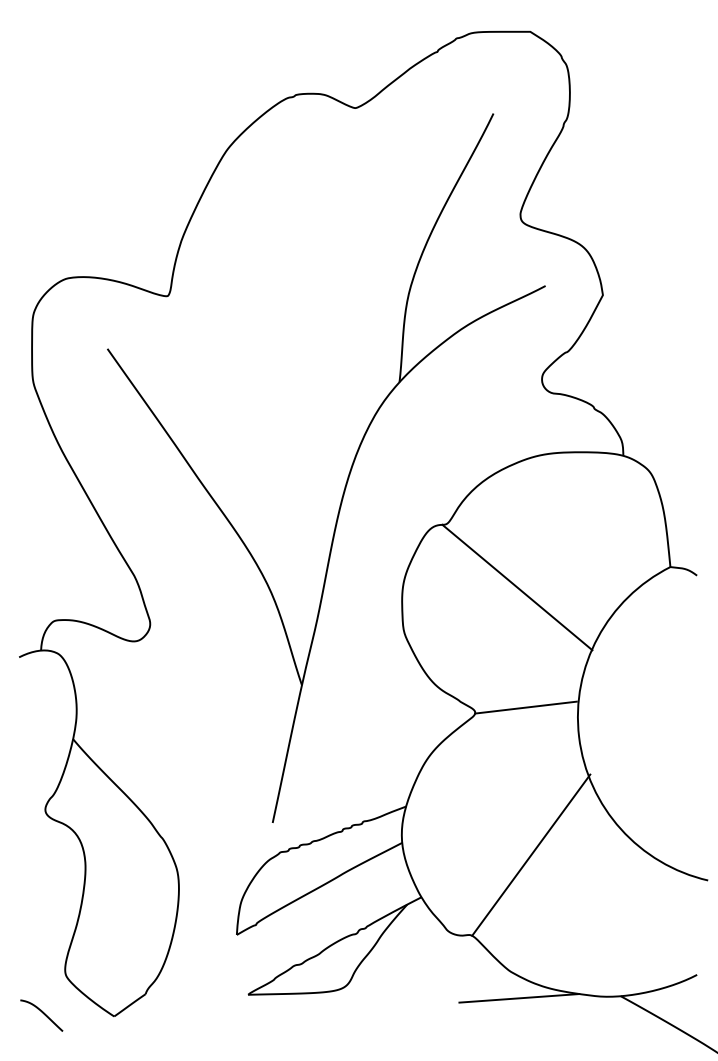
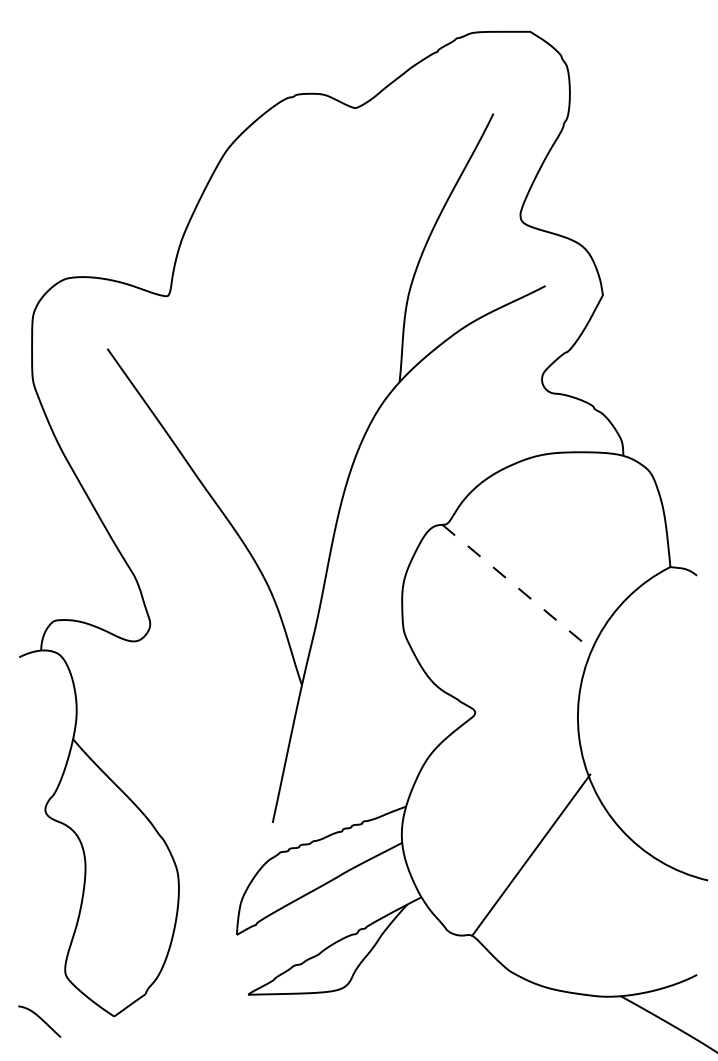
line at (517, 587): solid -> dashed
line at (525, 707): present -> none
line at (519, 998): present -> none
curve at (42, 1013) position: (42, 1013) -> (40, 1019)
